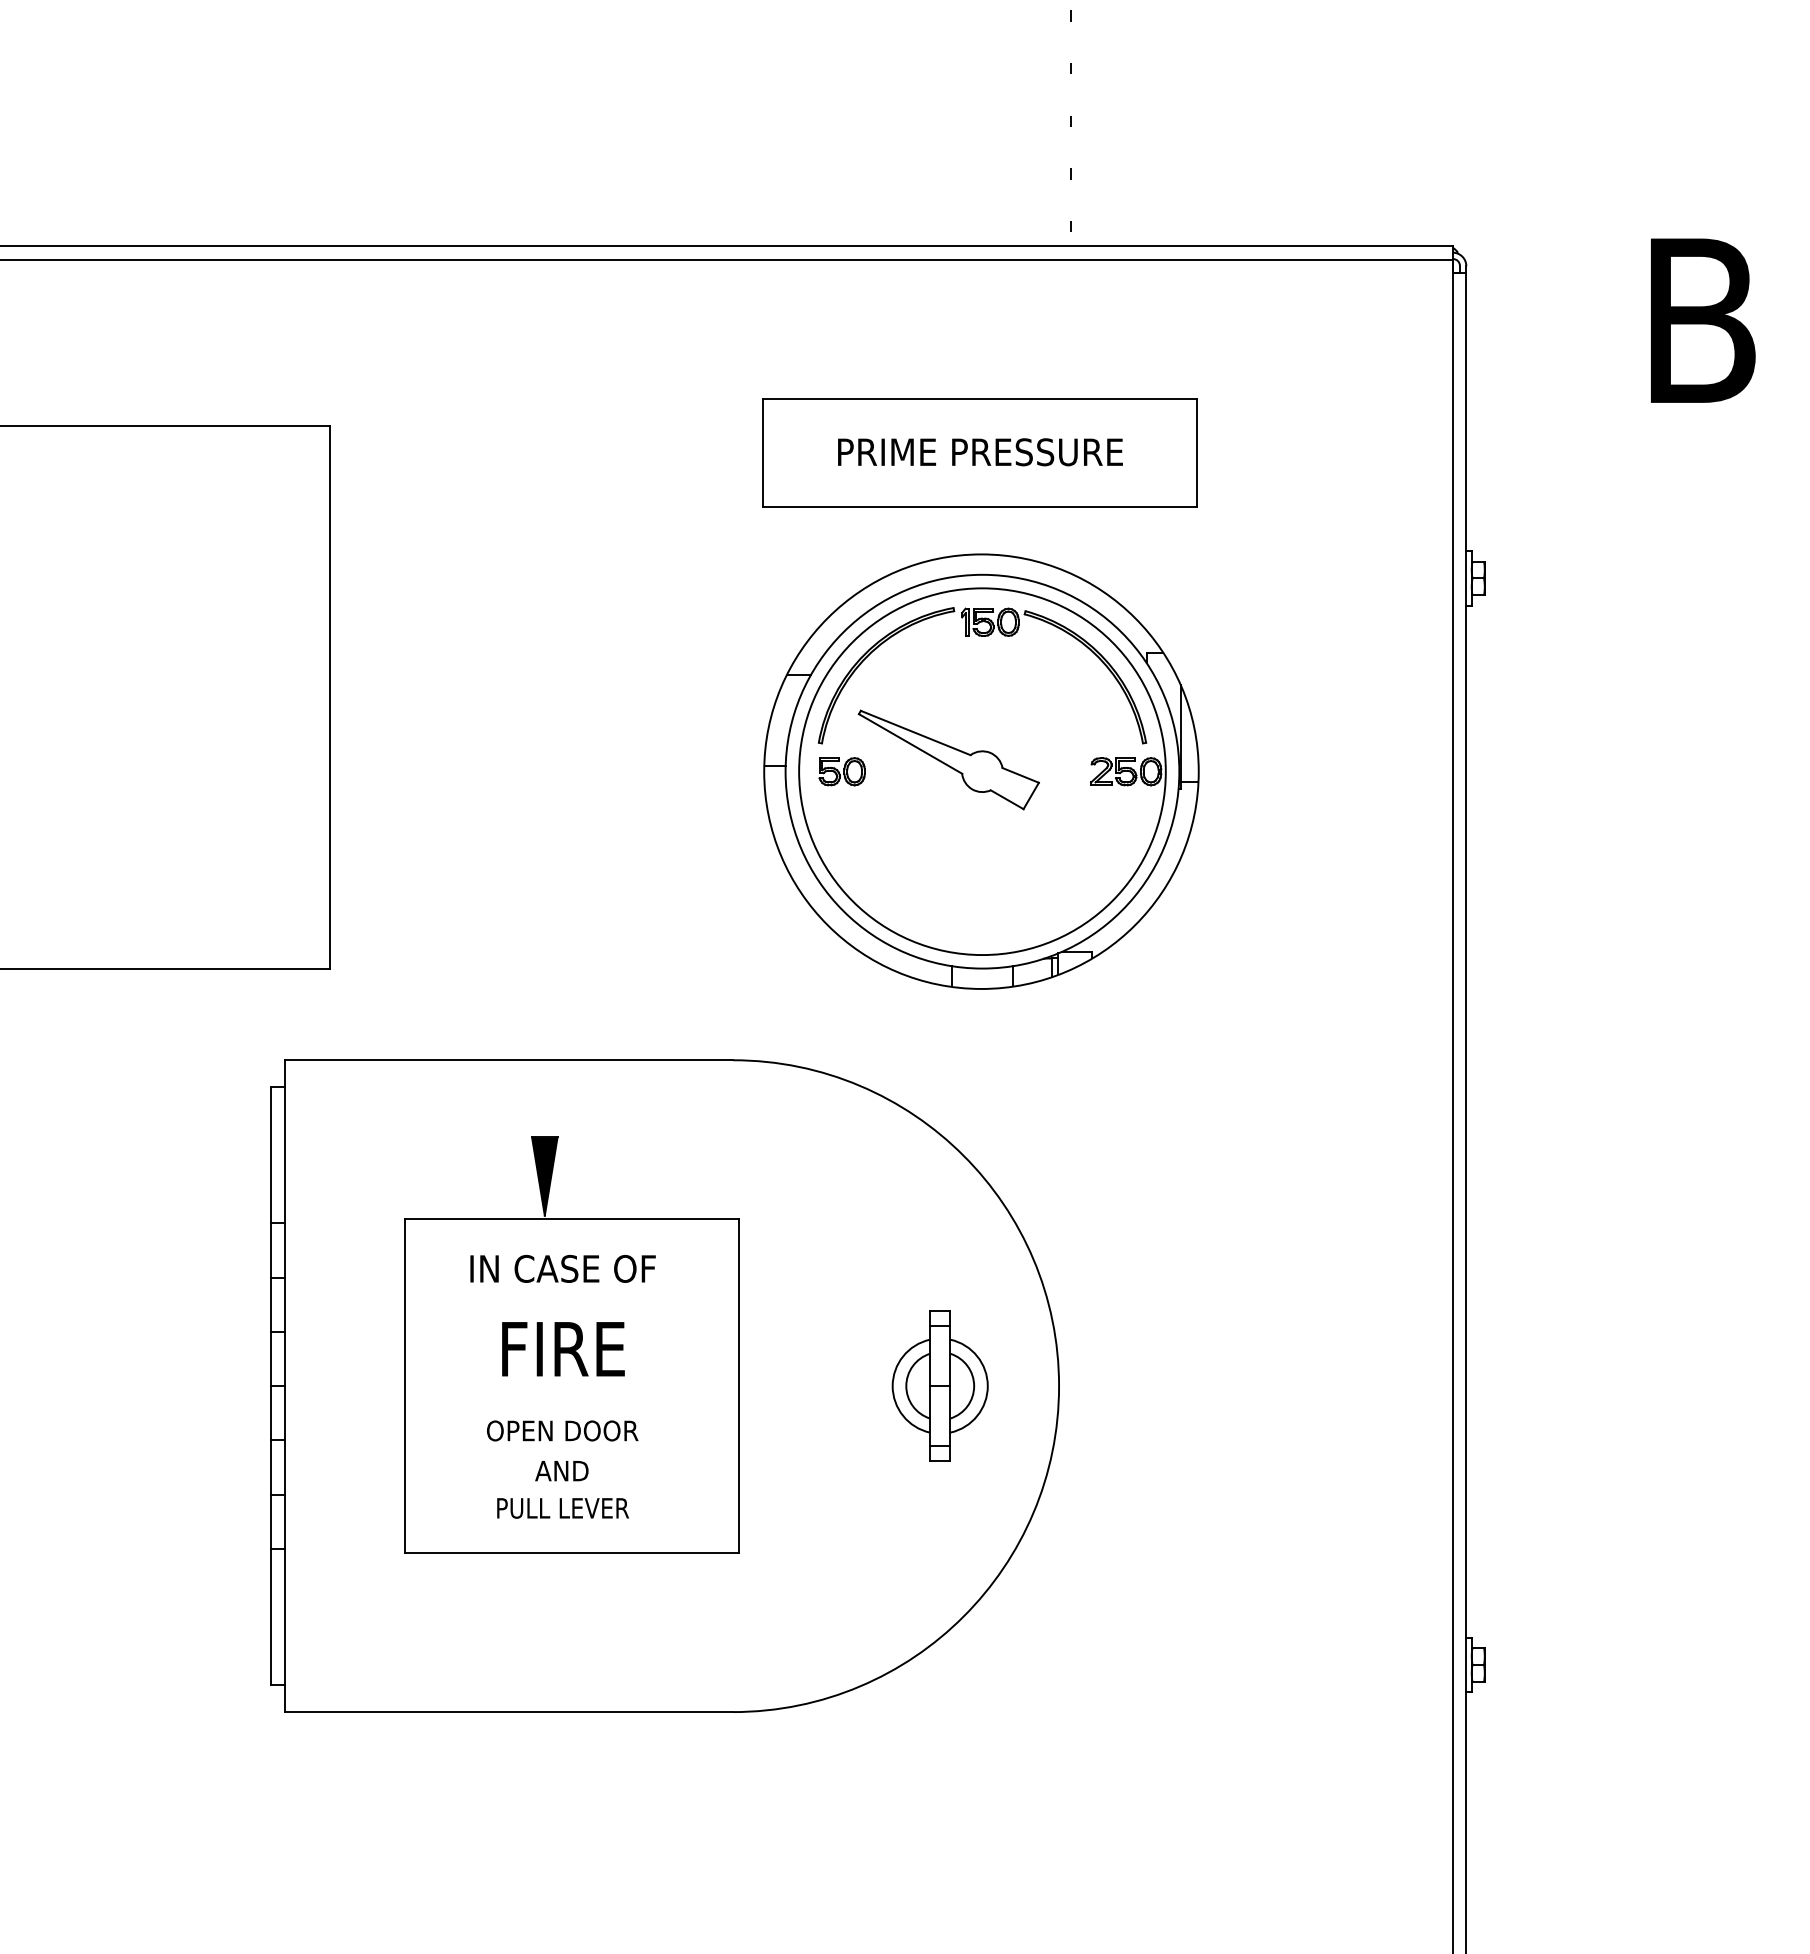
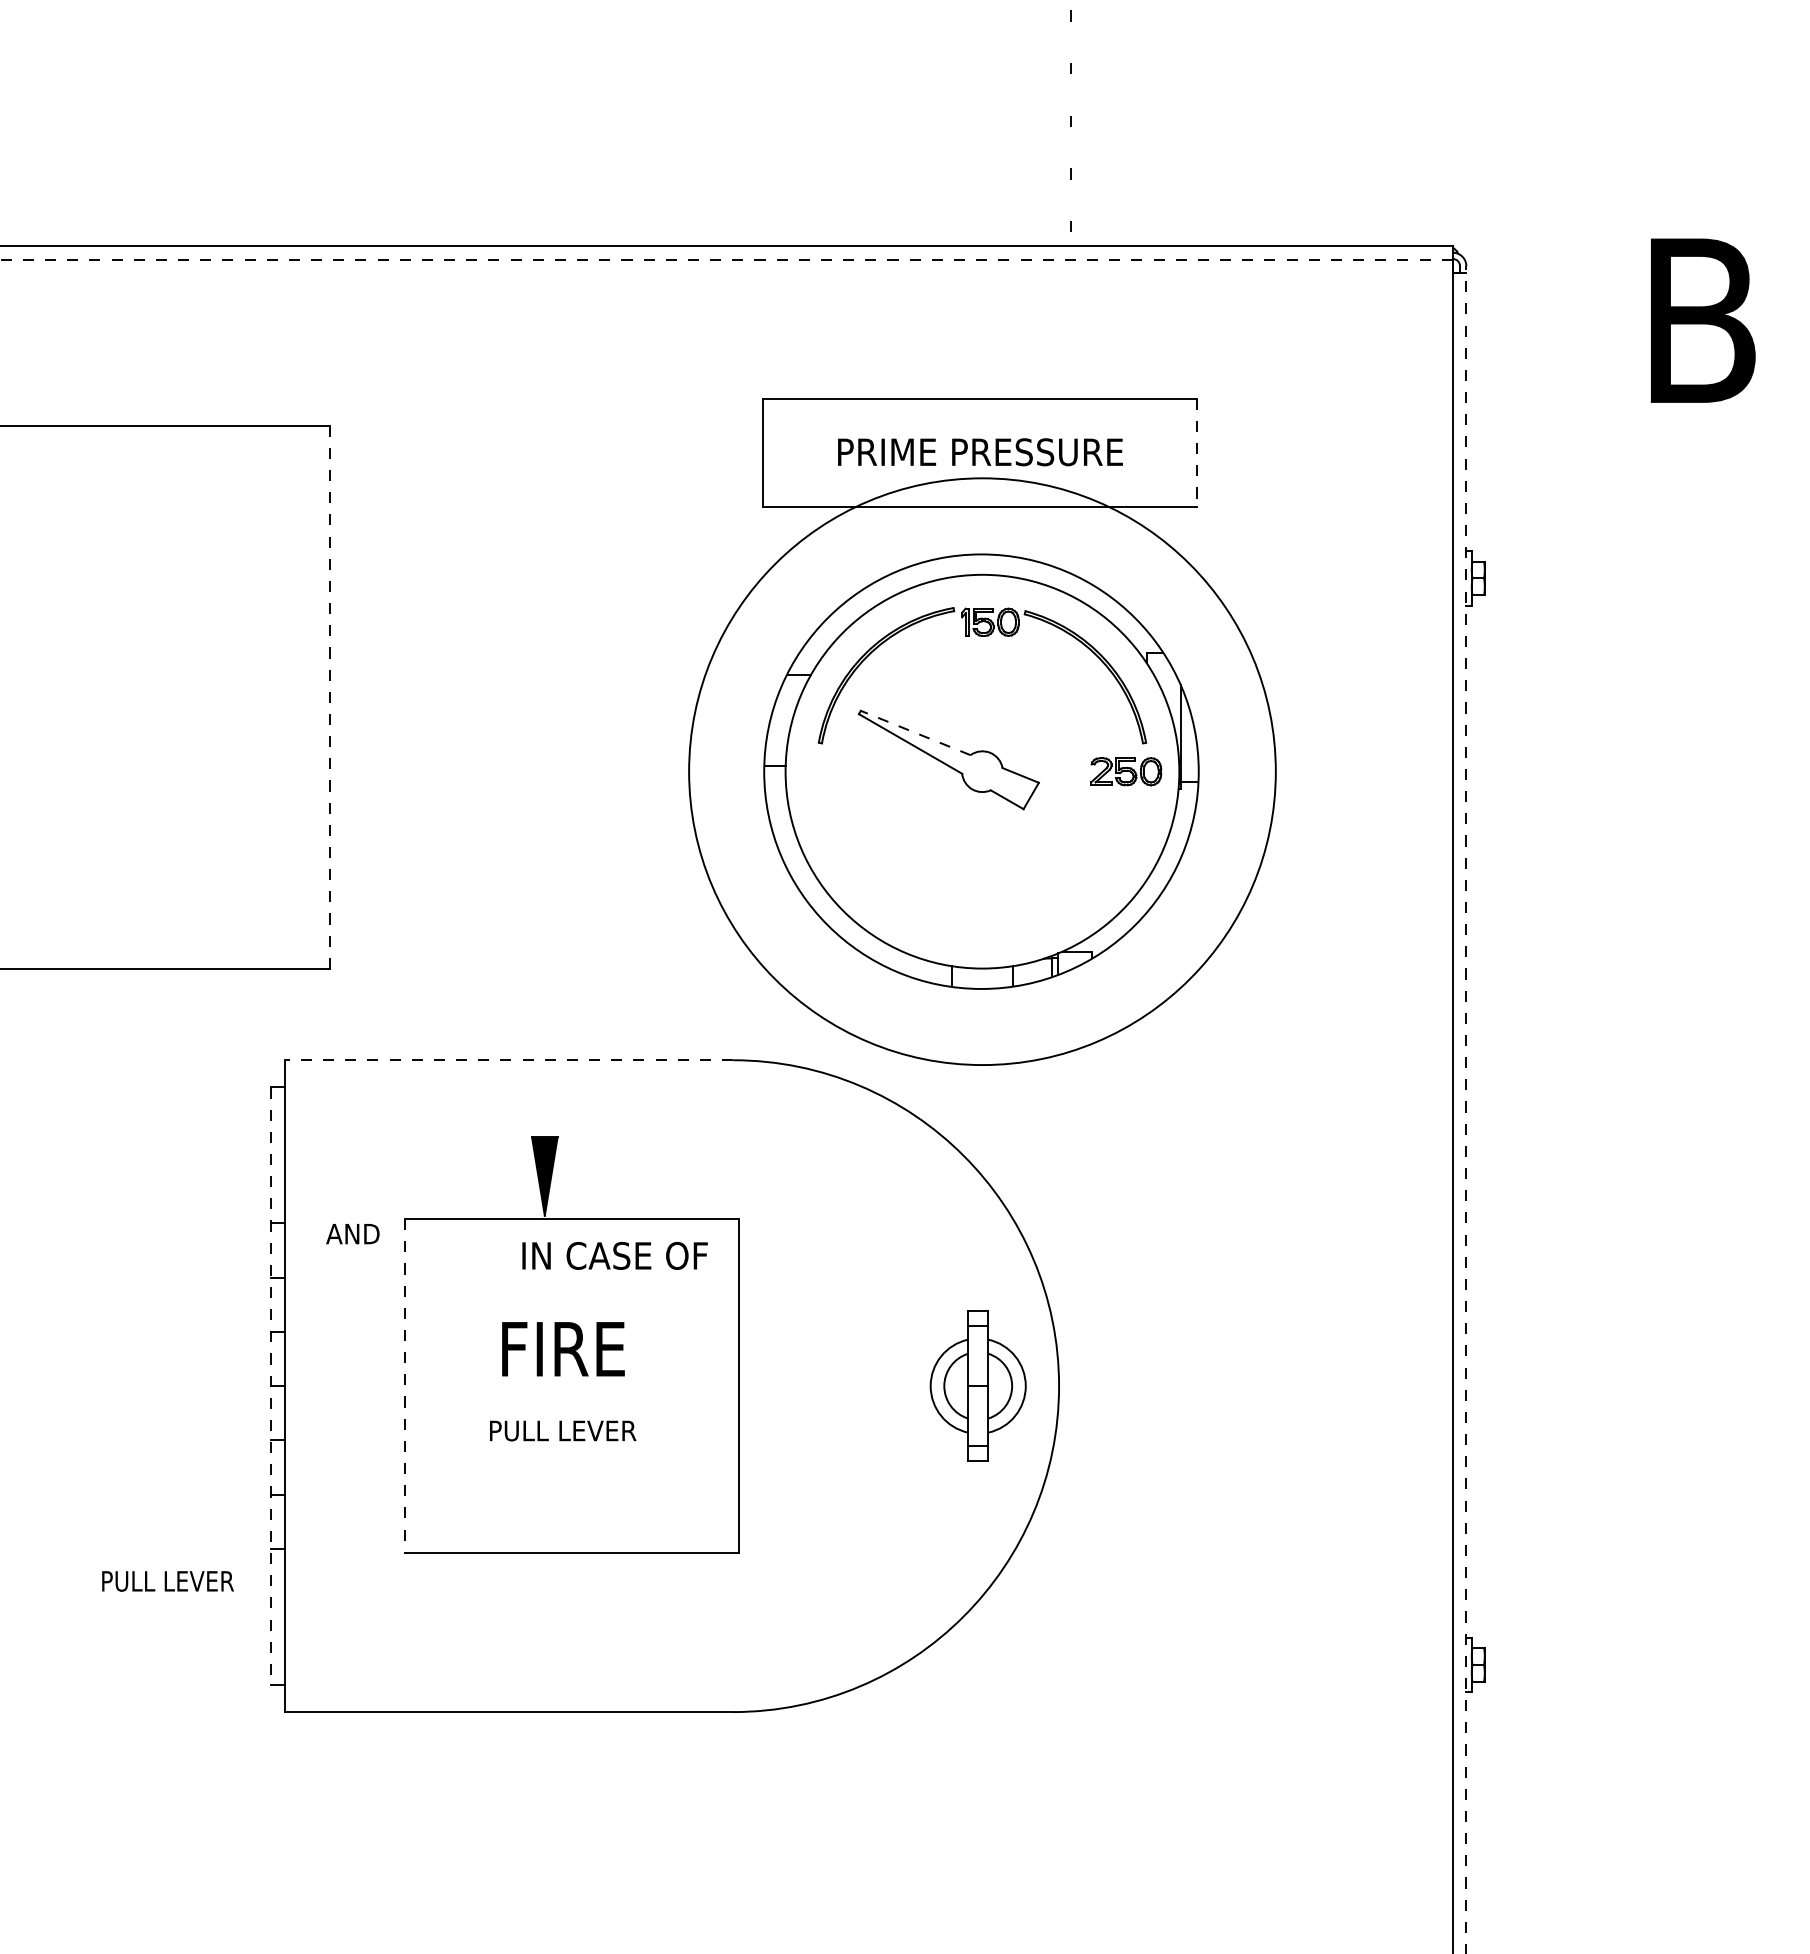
line at (726, 259): solid -> dashed
line at (1197, 453): solid -> dashed
line at (330, 697): solid -> dashed
line at (915, 732): solid -> dashed
part at (841, 771): present -> none
circle at (982, 771) diameter: 367 px -> 587 px
line at (508, 1060): solid -> dashed
line at (1466, 1109): solid -> dashed
text at (562, 1268) position: (562, 1268) -> (614, 1255)
part at (939, 1385) position: (939, 1385) -> (977, 1385)
line at (271, 1386): solid -> dashed
line at (405, 1386): solid -> dashed
text at (562, 1430): OPEN DOOR -> PULL LEVER
text at (561, 1471) position: (561, 1471) -> (352, 1234)
text at (562, 1508) position: (562, 1508) -> (167, 1581)
